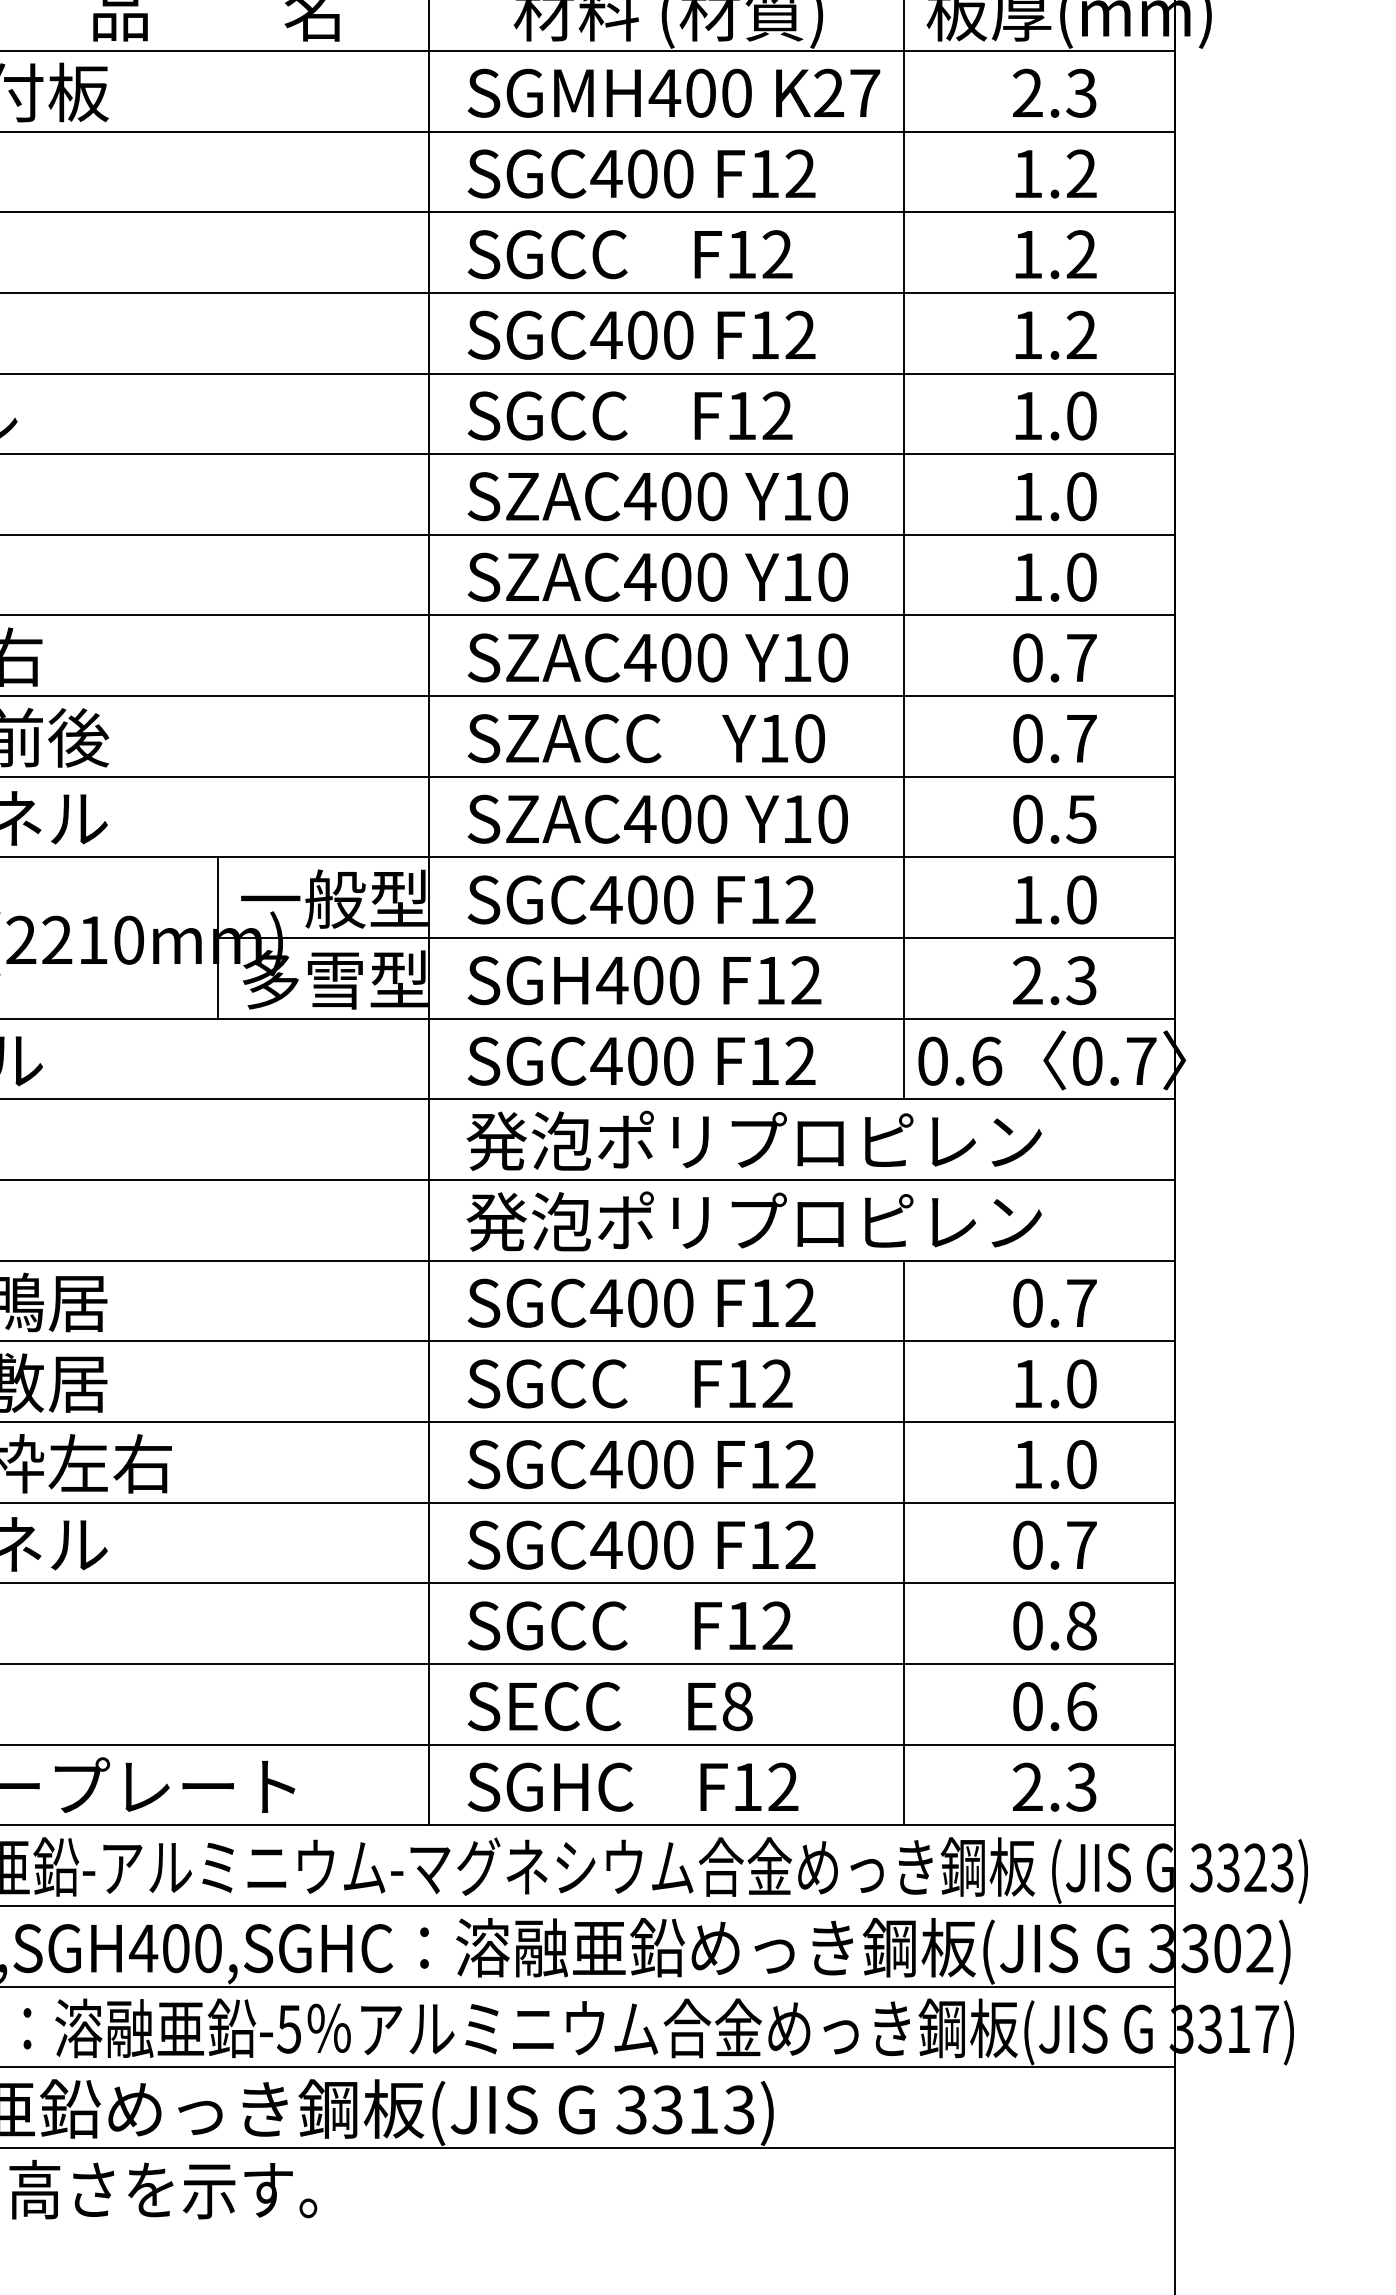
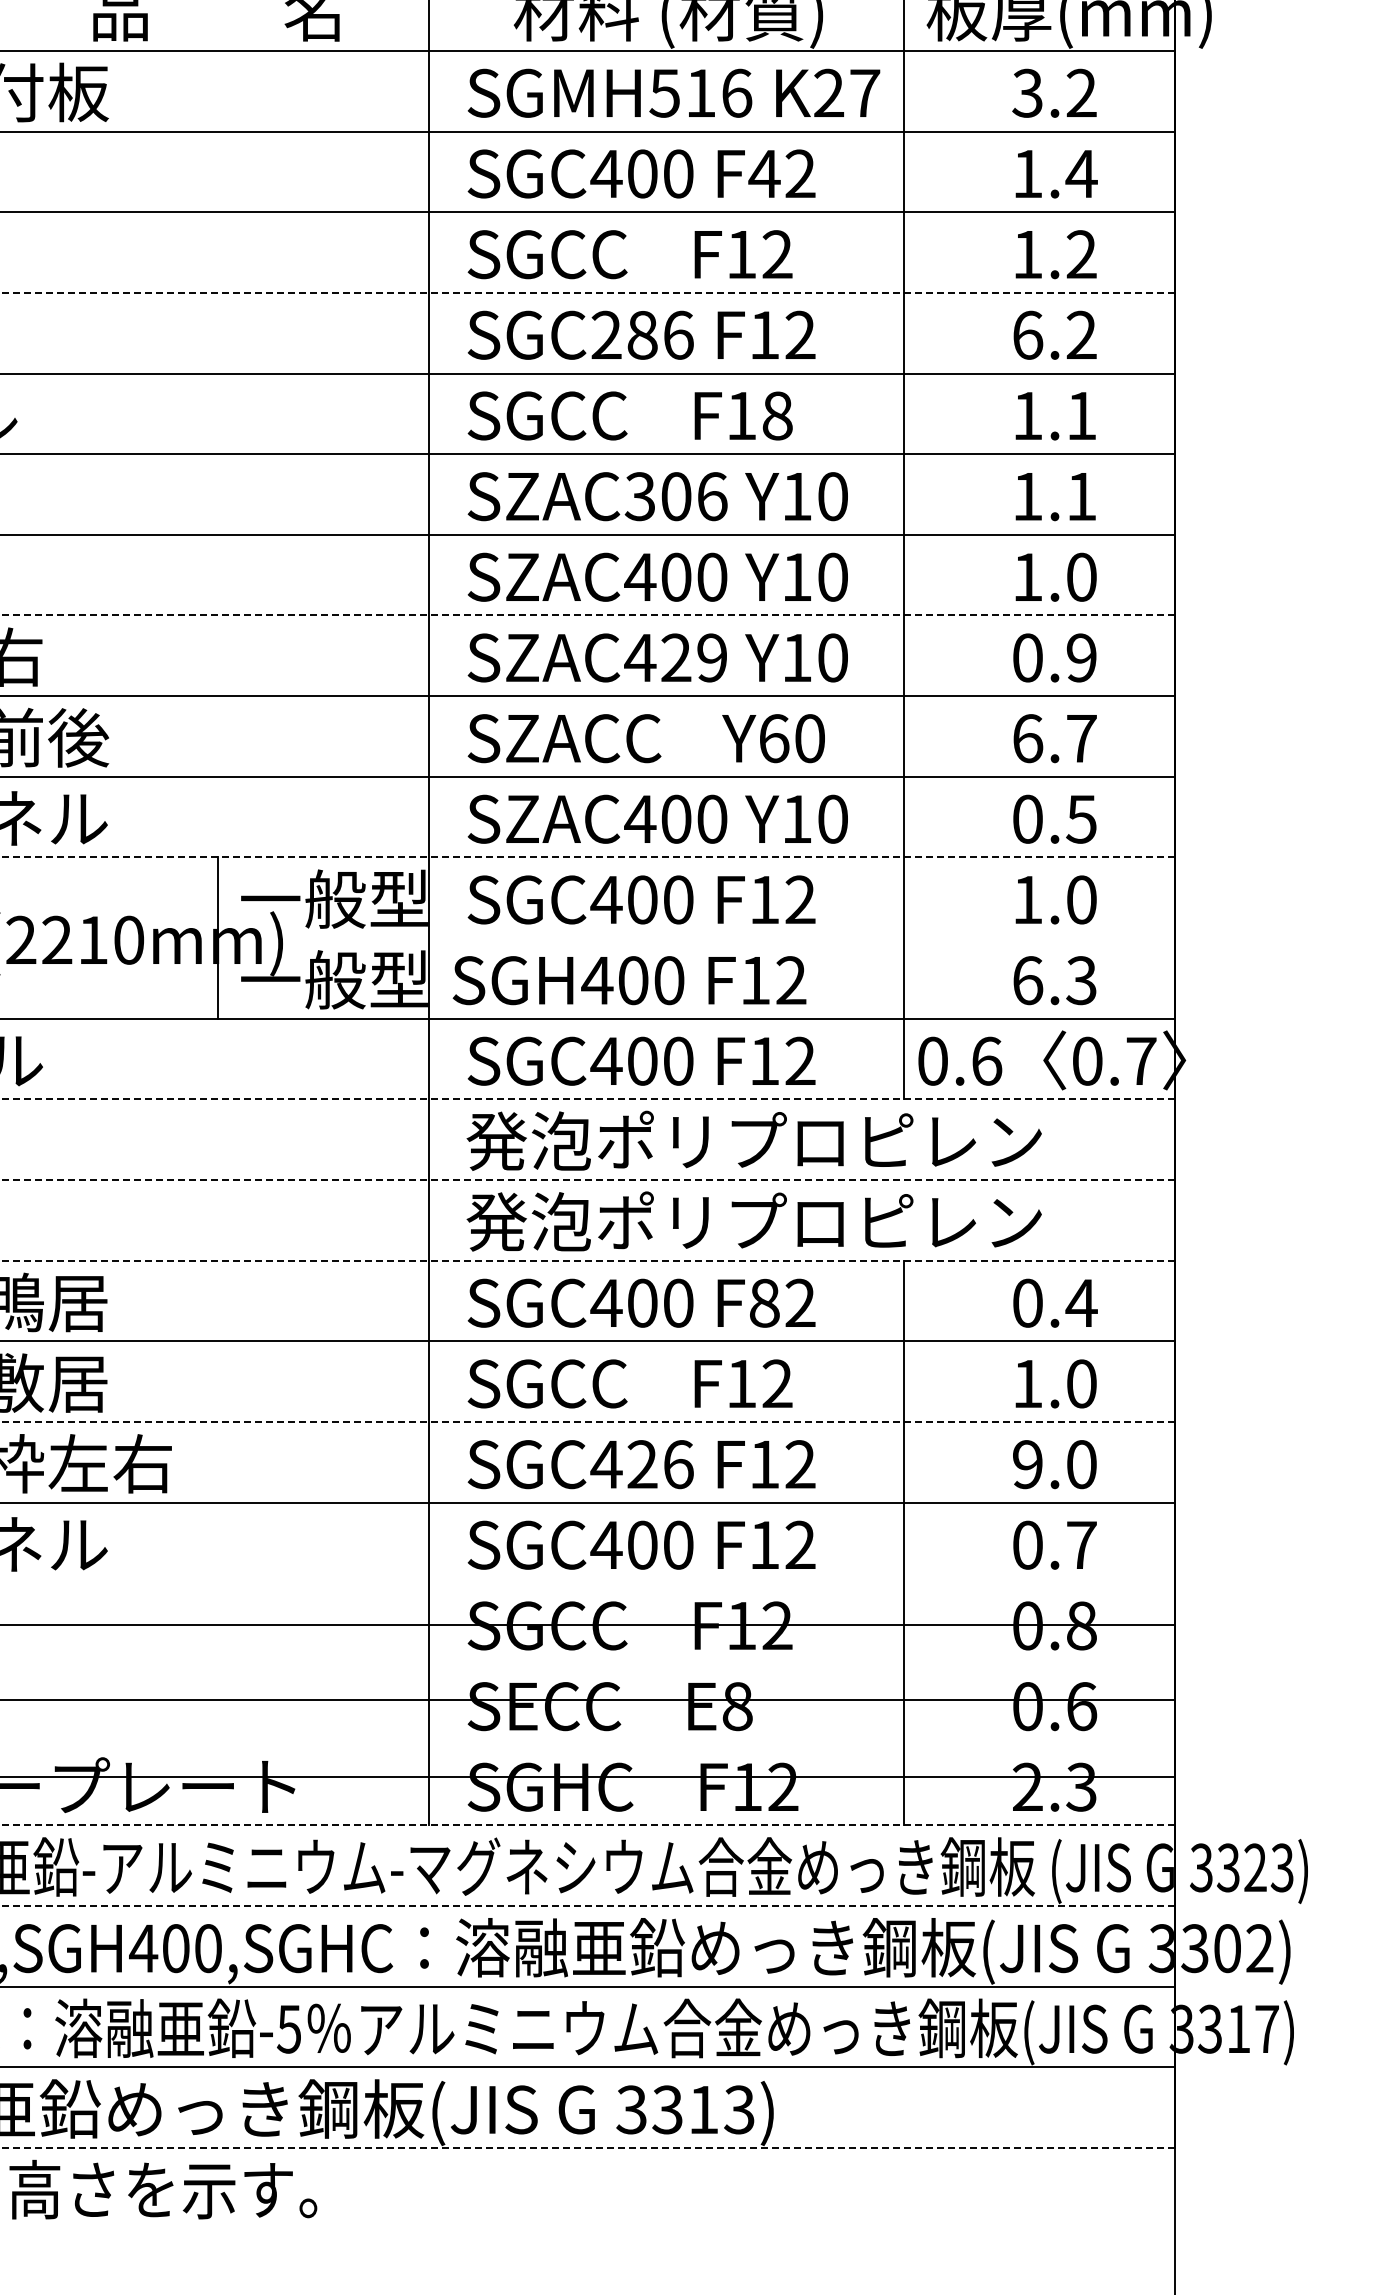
text at (700, 92): SGMH400 -> SGMH516
text at (1054, 93): 2.3 -> 3.2
text at (764, 173): F12 -> F42
text at (1081, 173): 1.2 -> 1.4
line at (587, 292): solid -> dashed
text at (641, 334): SGC400 -> SGC286
text at (1028, 334): 1.2 -> 6.2
text at (777, 415): F12 -> F18
text at (1081, 415): 1.0 -> 1.1
text at (675, 496): SZAC400 -> SZAC306
text at (1081, 496): 1.0 -> 1.1
line at (587, 615): solid -> dashed
text at (694, 657): SZAC400 -> SZAC429
text at (1081, 657): 0.7 -> 0.9
text at (774, 738): Y10 -> Y60
text at (1028, 738): 0.7 -> 6.7
line at (587, 857): solid -> dashed
line at (695, 938): present -> none
text at (303, 979): 多雪型 -> 一般型
text at (644, 980) position: (644, 980) -> (629, 980)
text at (1028, 980): 2.3 -> 6.3
line at (587, 1099): solid -> dashed
line at (587, 1180): solid -> dashed
line at (587, 1260): solid -> dashed
text at (764, 1302): F12 -> F82
text at (1081, 1302): 0.7 -> 0.4
line at (587, 1422): solid -> dashed
text at (660, 1464): SGC400 -> SGC426
text at (1027, 1464): 1.0 -> 9.0
line at (588, 1583) position: (588, 1583) -> (588, 1625)
line at (588, 1664) position: (588, 1664) -> (588, 1700)
line at (588, 1744) position: (588, 1744) -> (588, 1776)
line at (587, 1825): solid -> dashed
line at (587, 1906): solid -> dashed
line at (587, 2148): solid -> dashed
